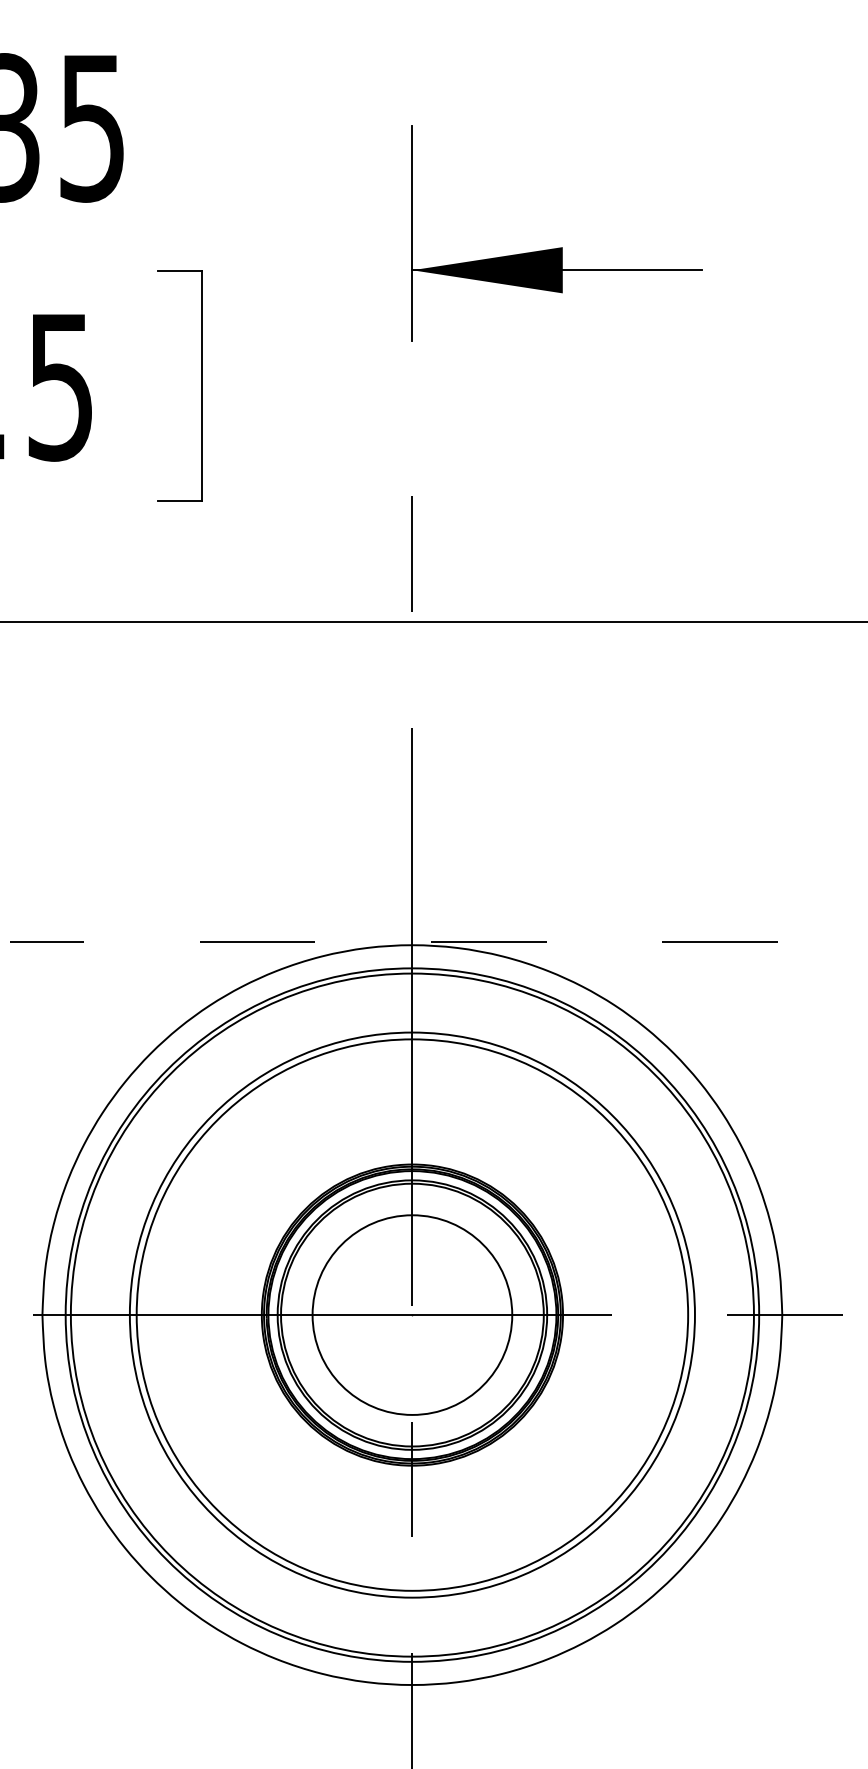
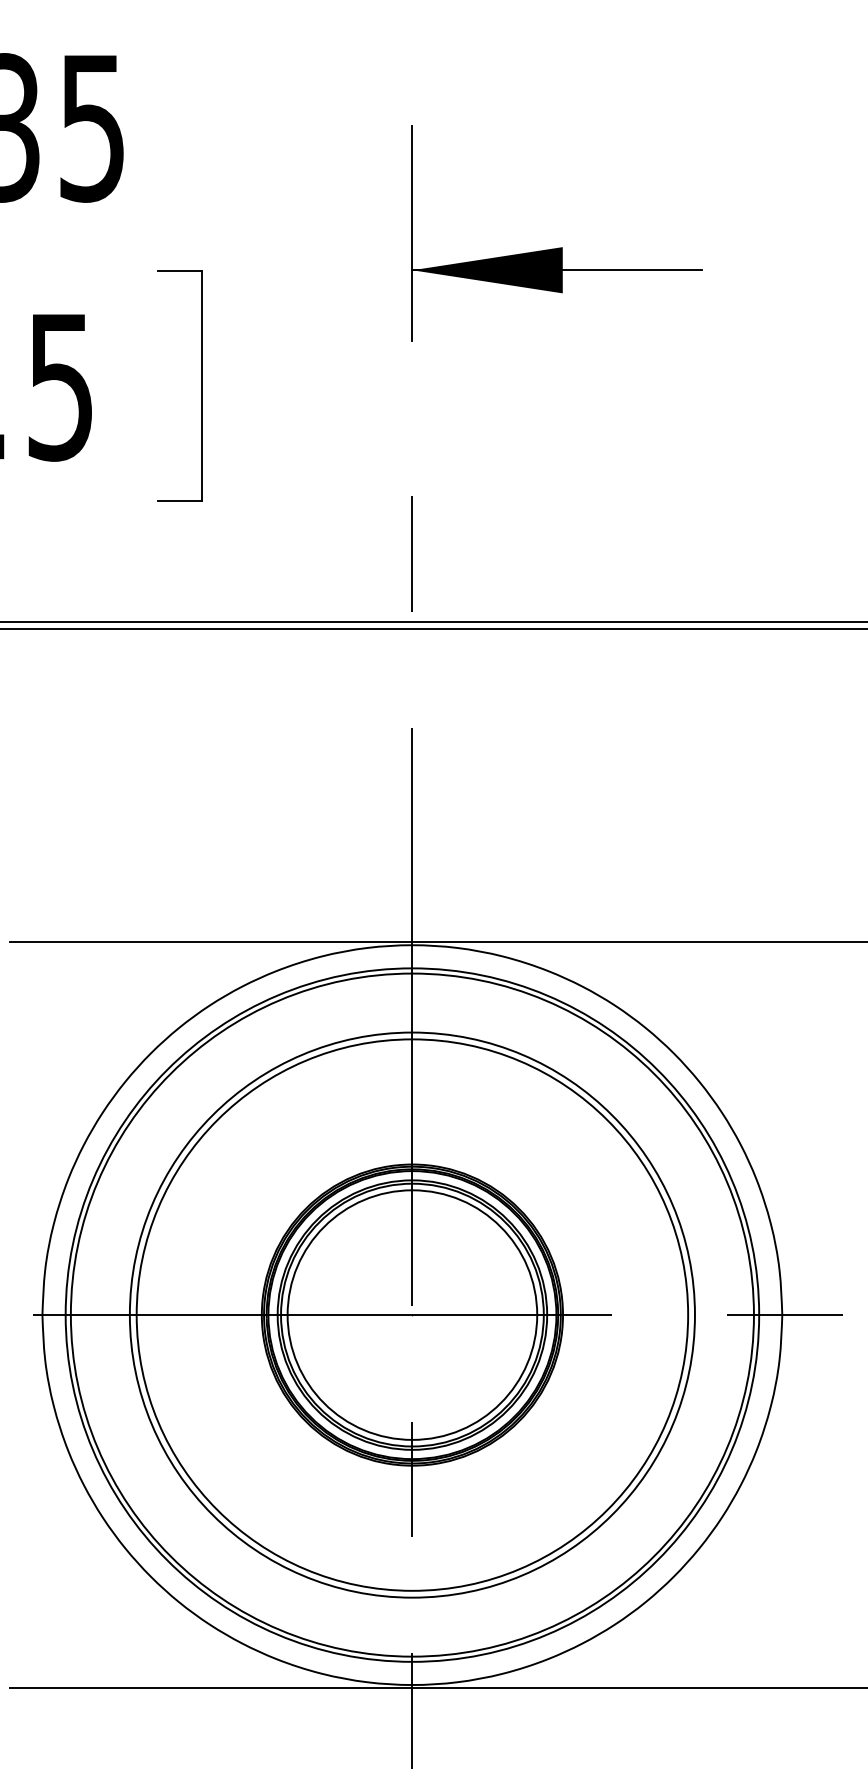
line at (433, 629): none -> present
line at (438, 941): dashed -> solid
circle at (412, 1314) diameter: 200 px -> 250 px
line at (436, 1688): none -> present
